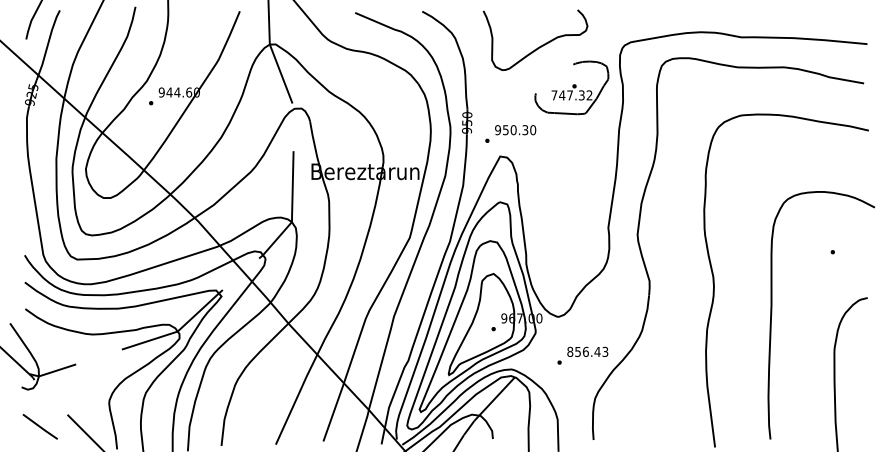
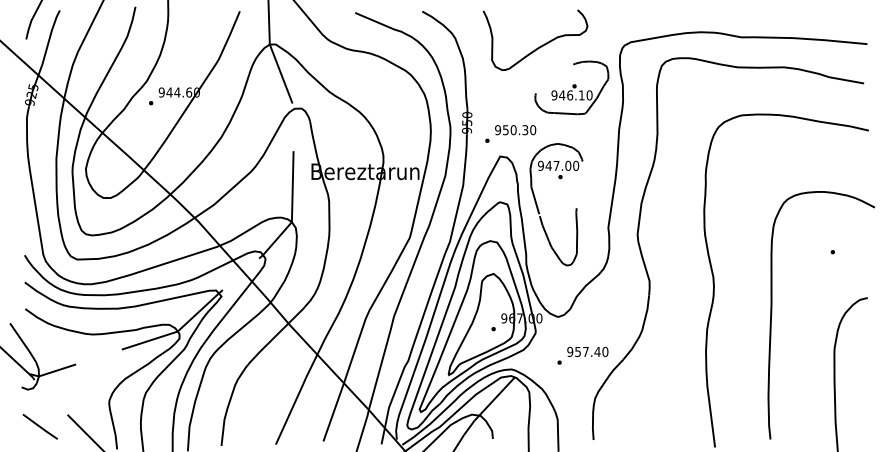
text at (571, 95): 747.32 -> 946.10
part at (539, 210): none -> present
text at (587, 351): 856.43 -> 957.40
